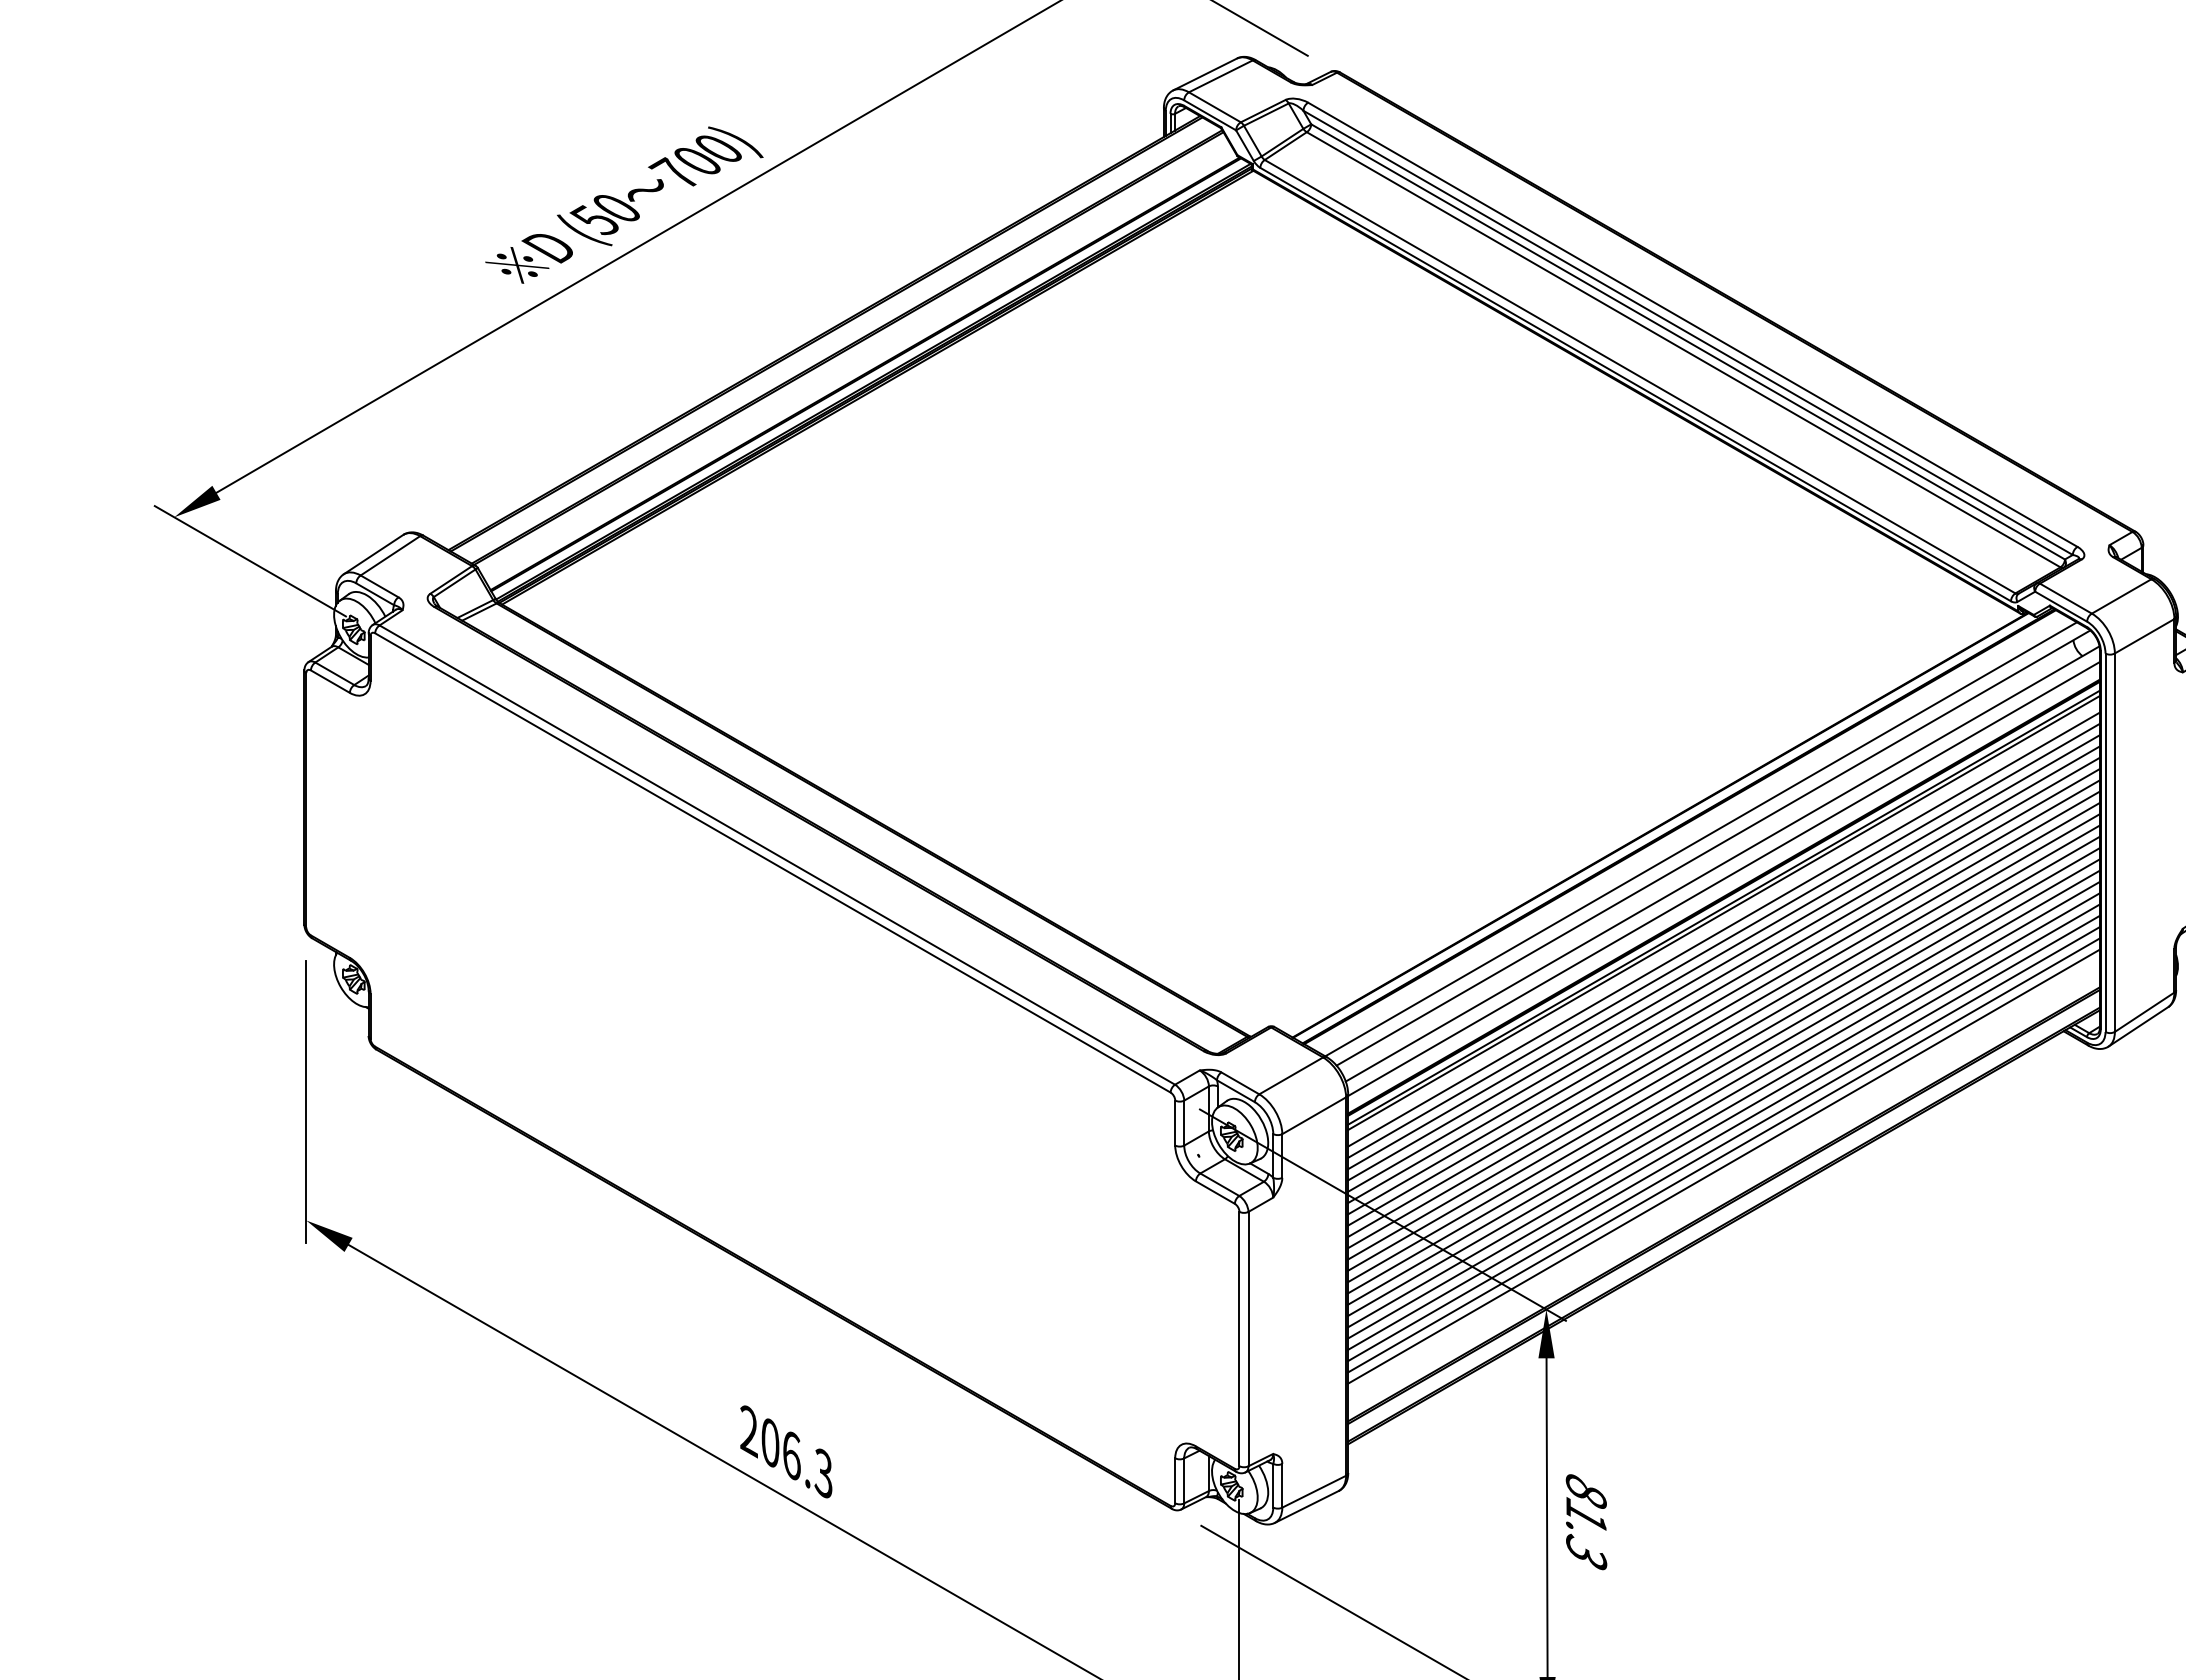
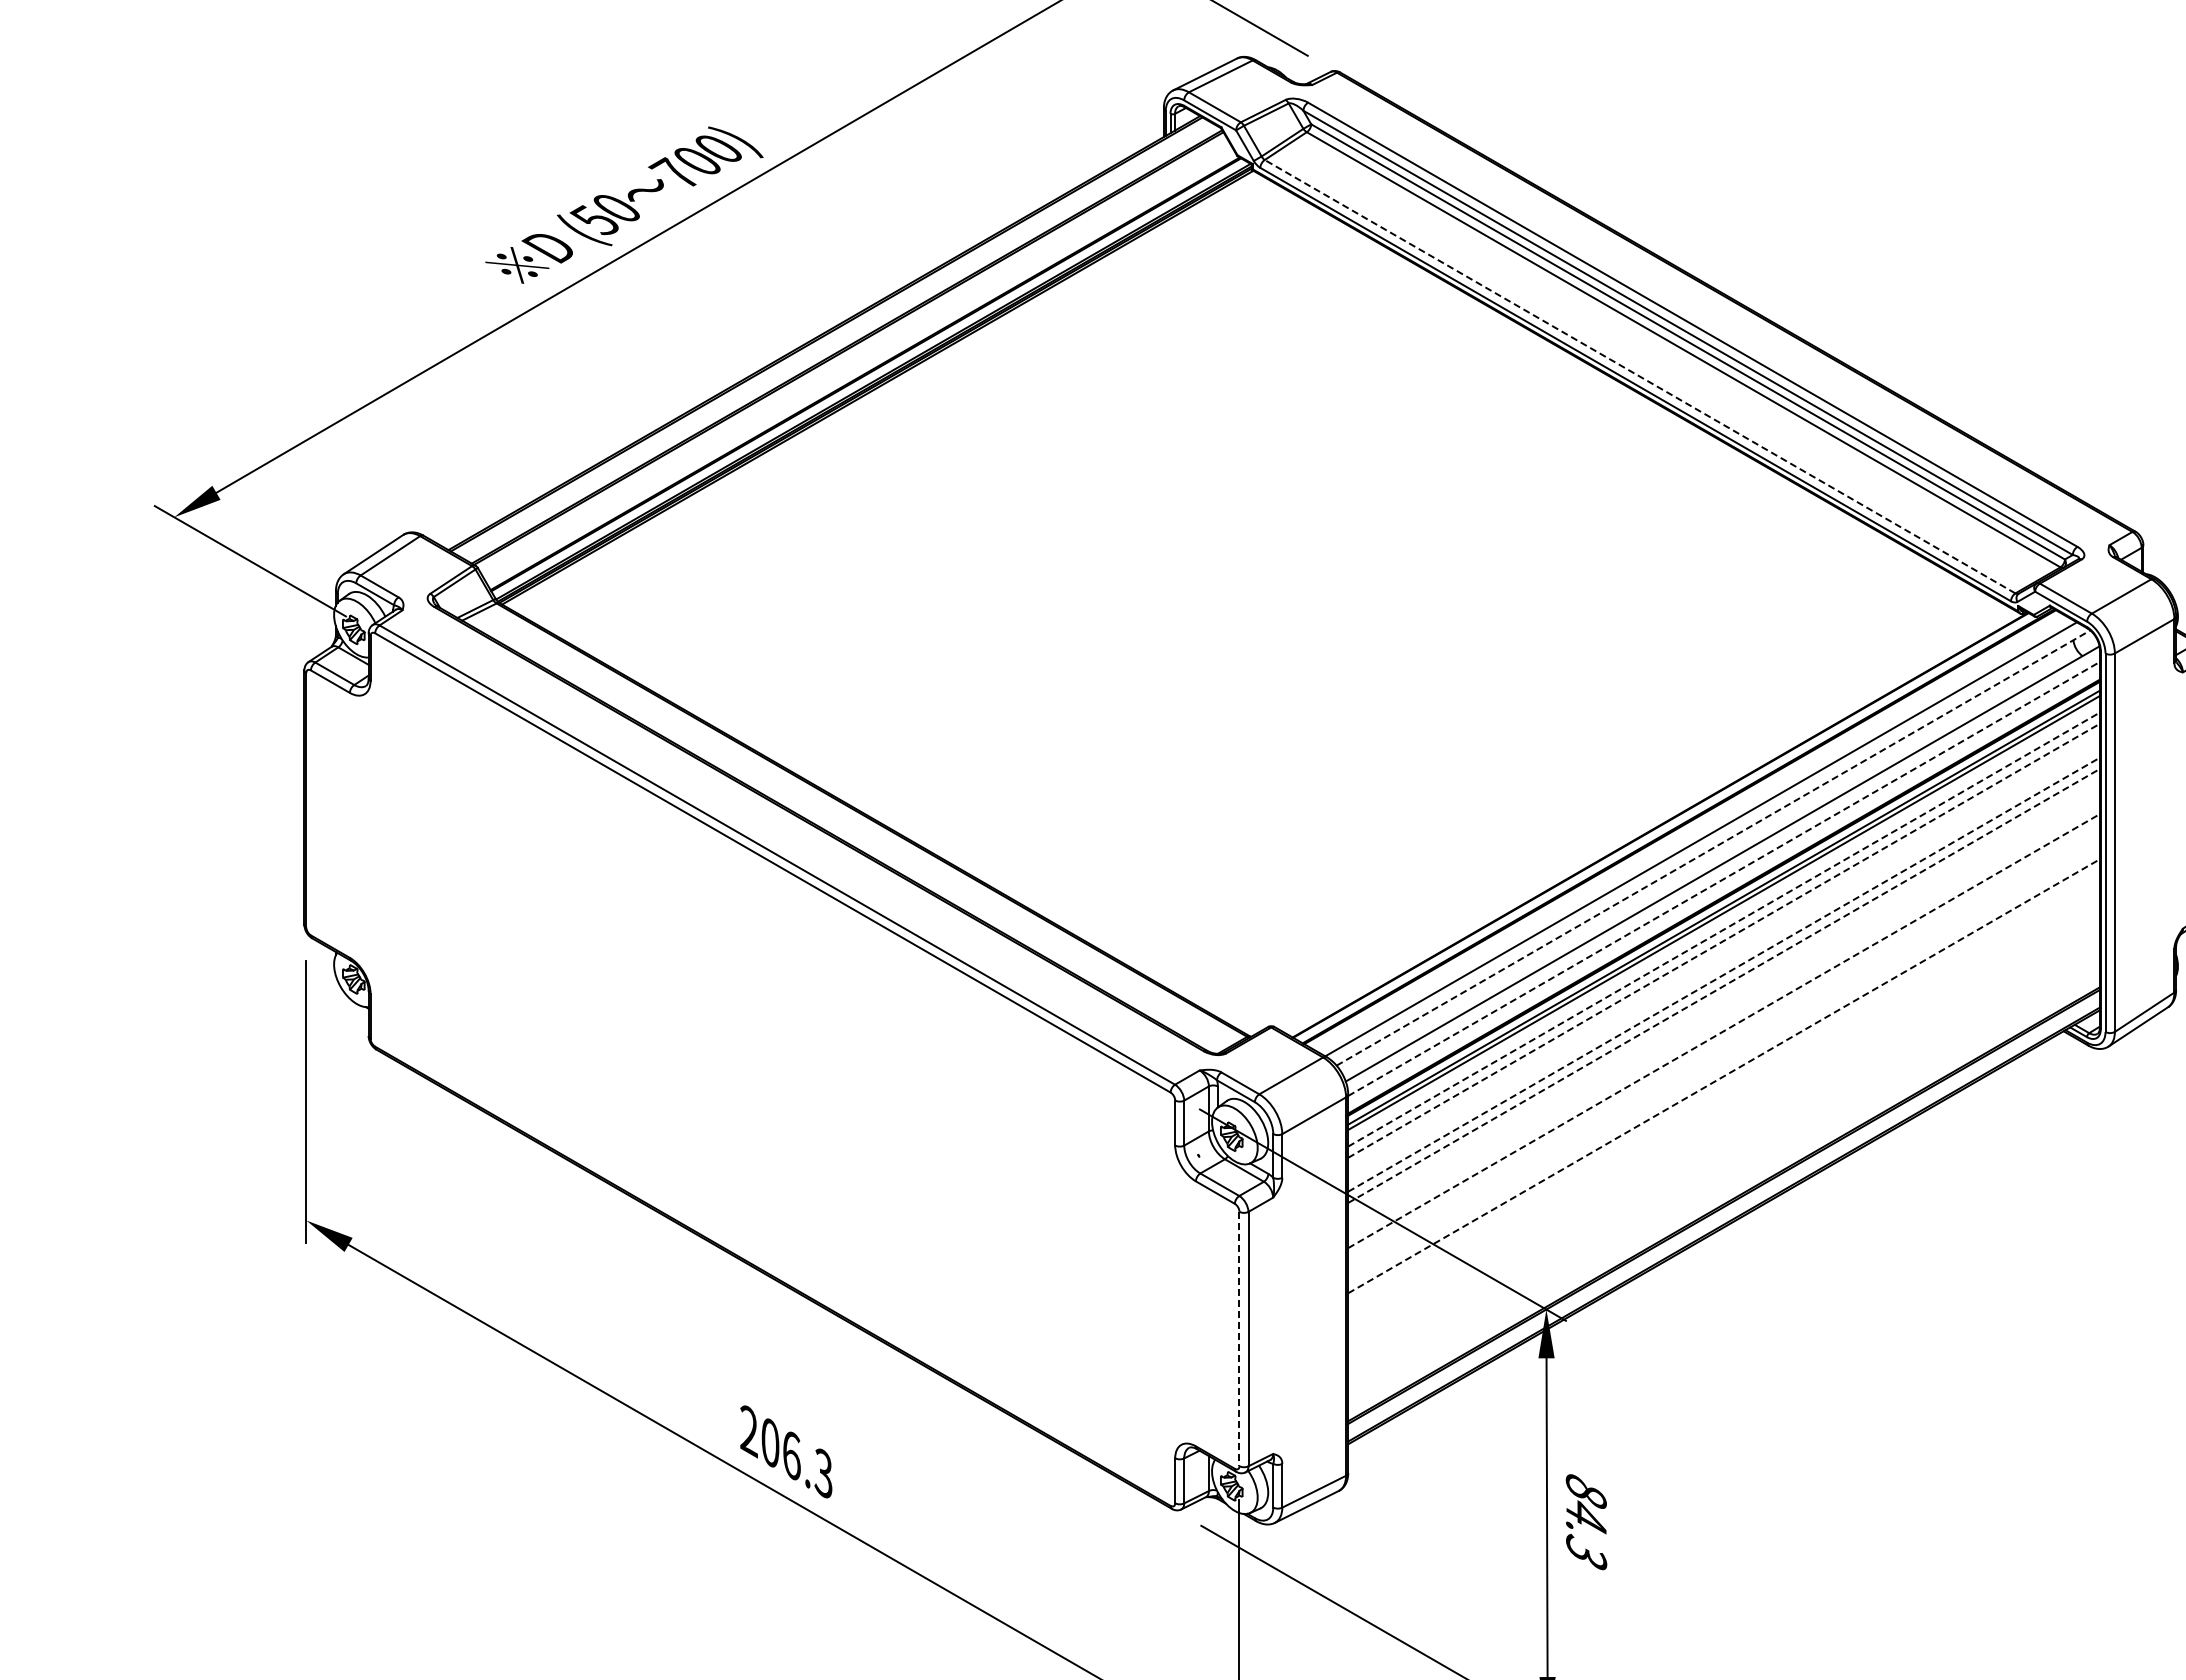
line at (1639, 376): solid -> dashed
line at (1713, 847): solid -> dashed
line at (1724, 879): solid -> dashed
line at (1724, 929): solid -> dashed
line at (1724, 940): solid -> dashed
line at (1723, 952): present -> none
line at (1723, 963): present -> none
line at (1724, 974): solid -> dashed
line at (1724, 985): solid -> dashed
line at (1723, 997): present -> none
line at (1723, 1008): present -> none
line at (1723, 1019): present -> none
line at (1724, 1031): solid -> dashed
line at (1723, 1042): present -> none
line at (1723, 1053): present -> none
line at (1723, 1065): present -> none
line at (1724, 1076): solid -> dashed
line at (1723, 1087): present -> none
line at (1723, 1098): present -> none
line at (1723, 1110): present -> none
line at (1723, 1121): present -> none
line at (1723, 1132): present -> none
line at (1723, 1144): present -> none
line at (1723, 1155): present -> none
line at (1723, 1166): present -> none
line at (1239, 1339): solid -> dashed
text at (1586, 1515): 81.3 -> 84.3
